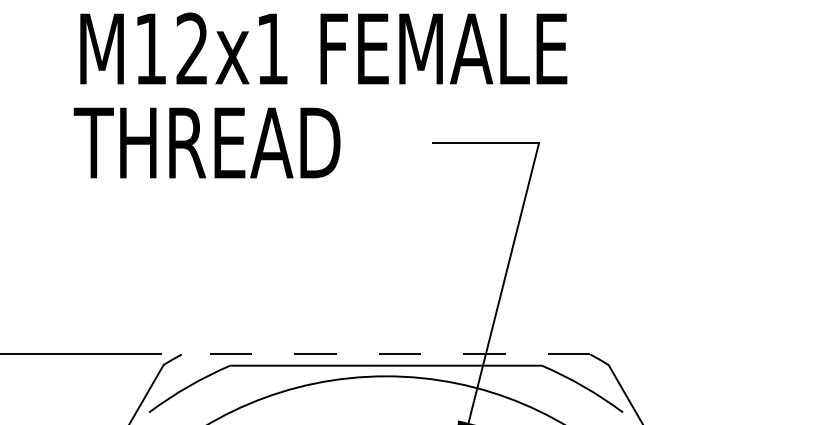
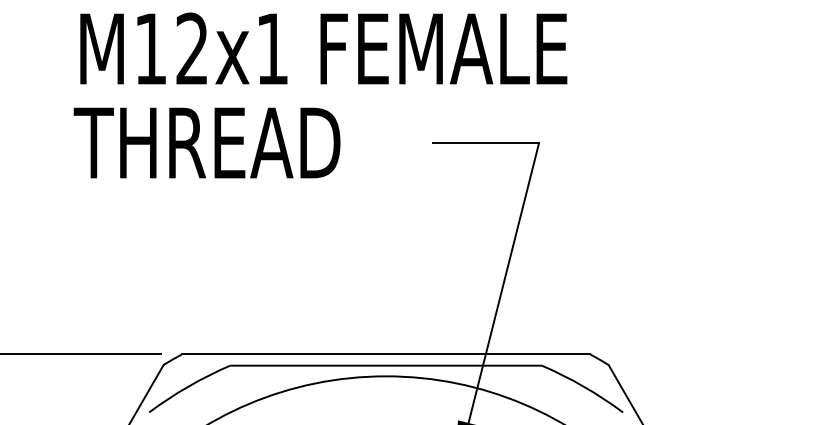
line at (385, 354): dashed -> solid
